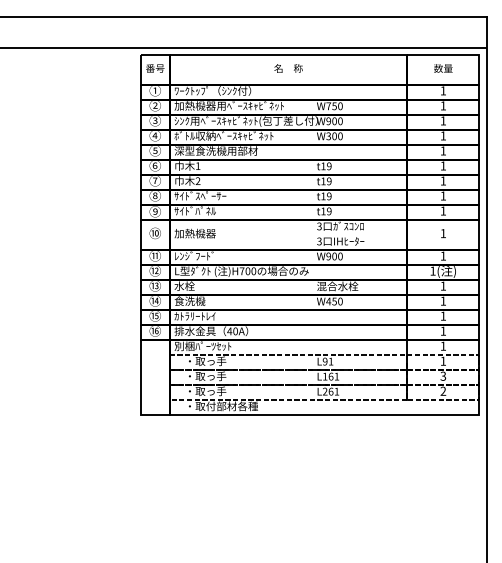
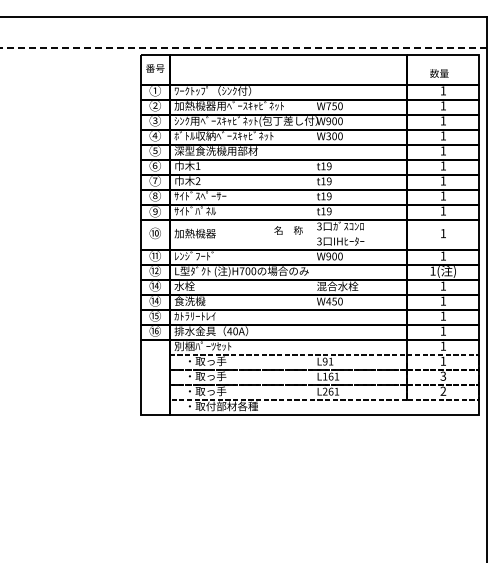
line at (243, 47): solid -> dashed
text at (288, 68) position: (288, 68) -> (288, 230)
text at (443, 68) position: (443, 68) -> (439, 73)
text at (156, 285): ⑬ -> ⑭
